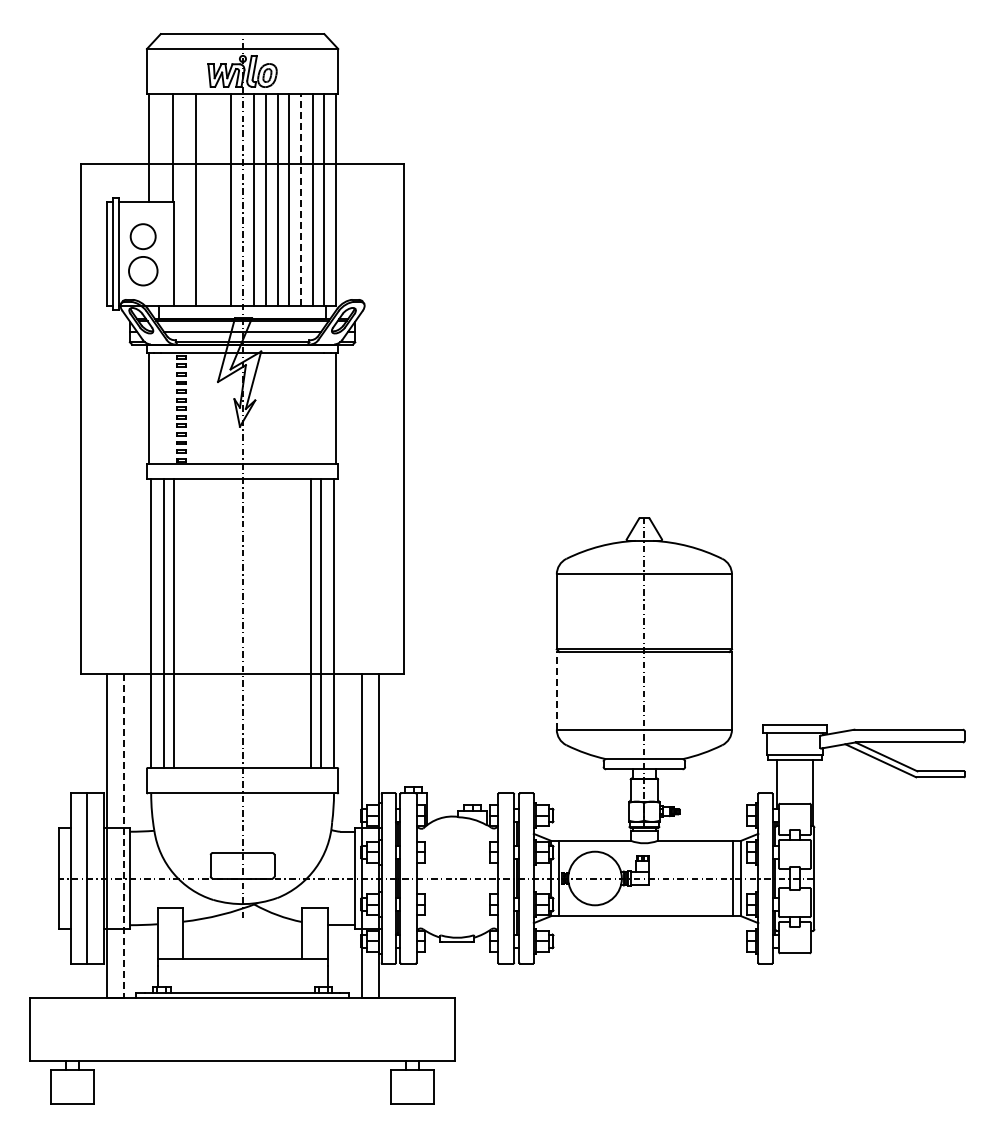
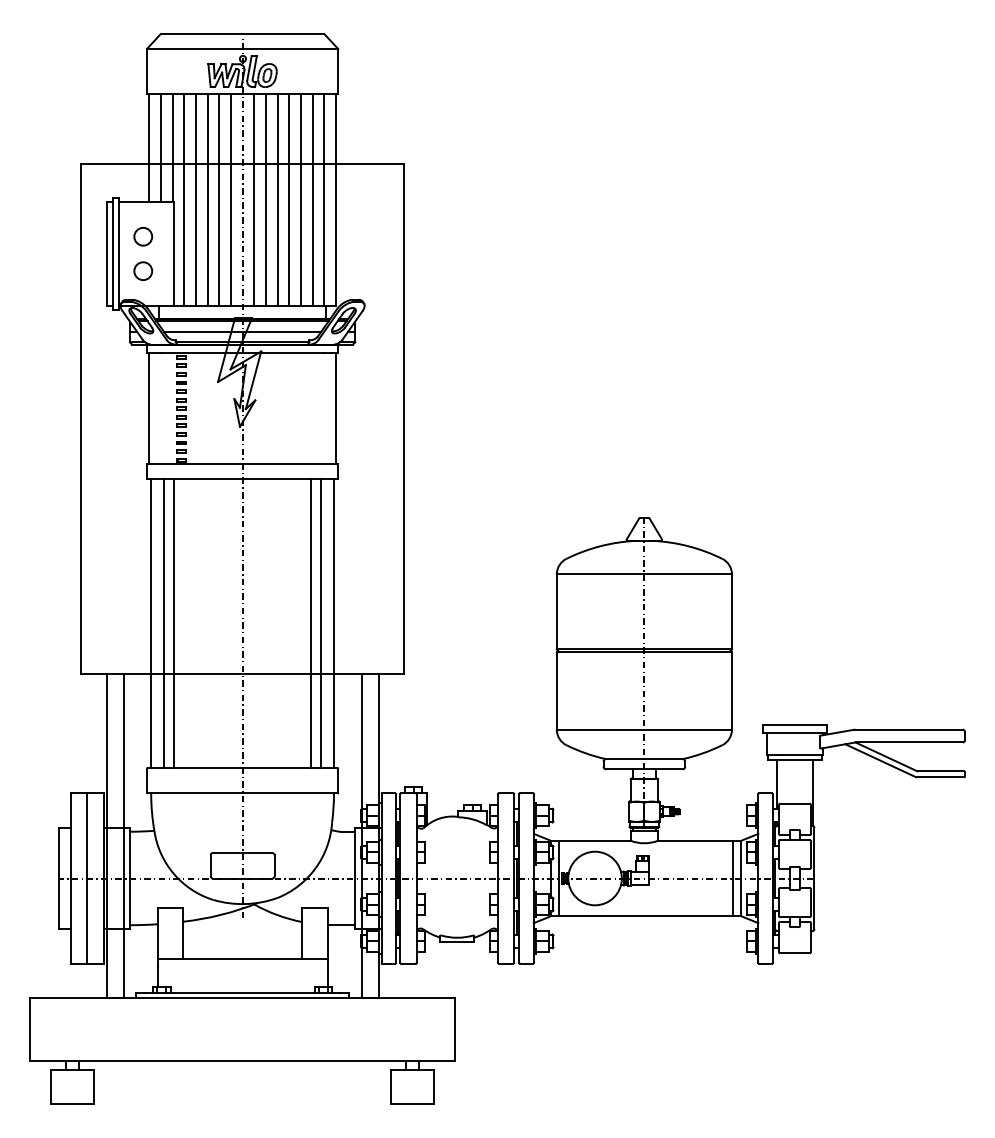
line at (161, 147): none -> present
line at (184, 199): none -> present
line at (207, 199): none -> present
line at (219, 199): none -> present
line at (300, 199): dashed -> solid
circle at (142, 236) size: 28x28 px -> 21x20 px
circle at (143, 270) diameter: 29 px -> 18 px
line at (556, 690): dashed -> solid
line at (123, 836): dashed -> solid
